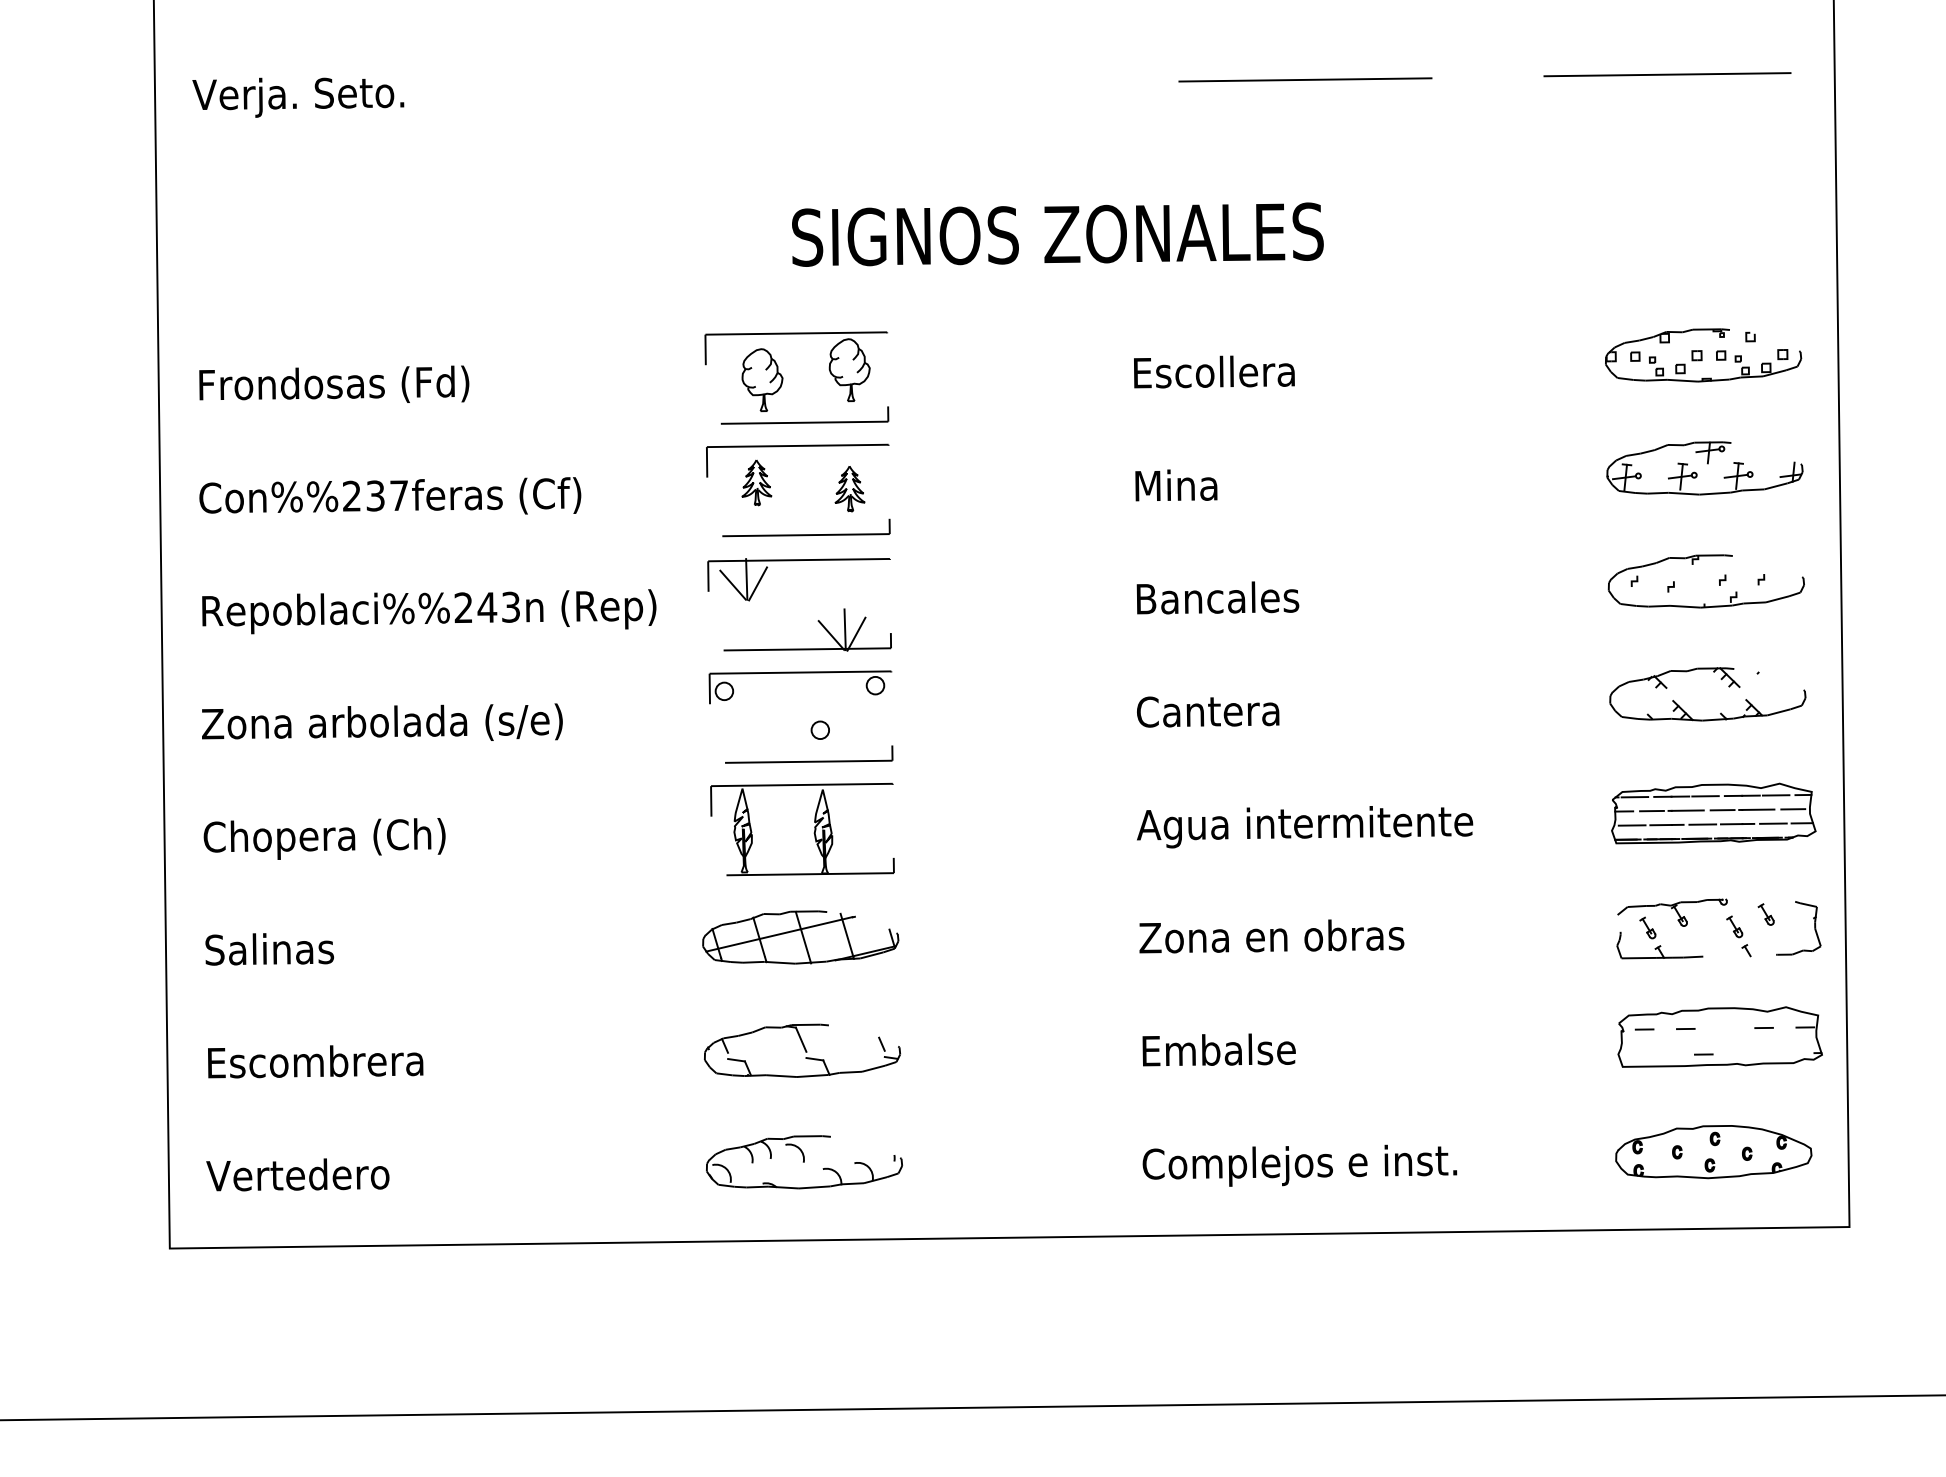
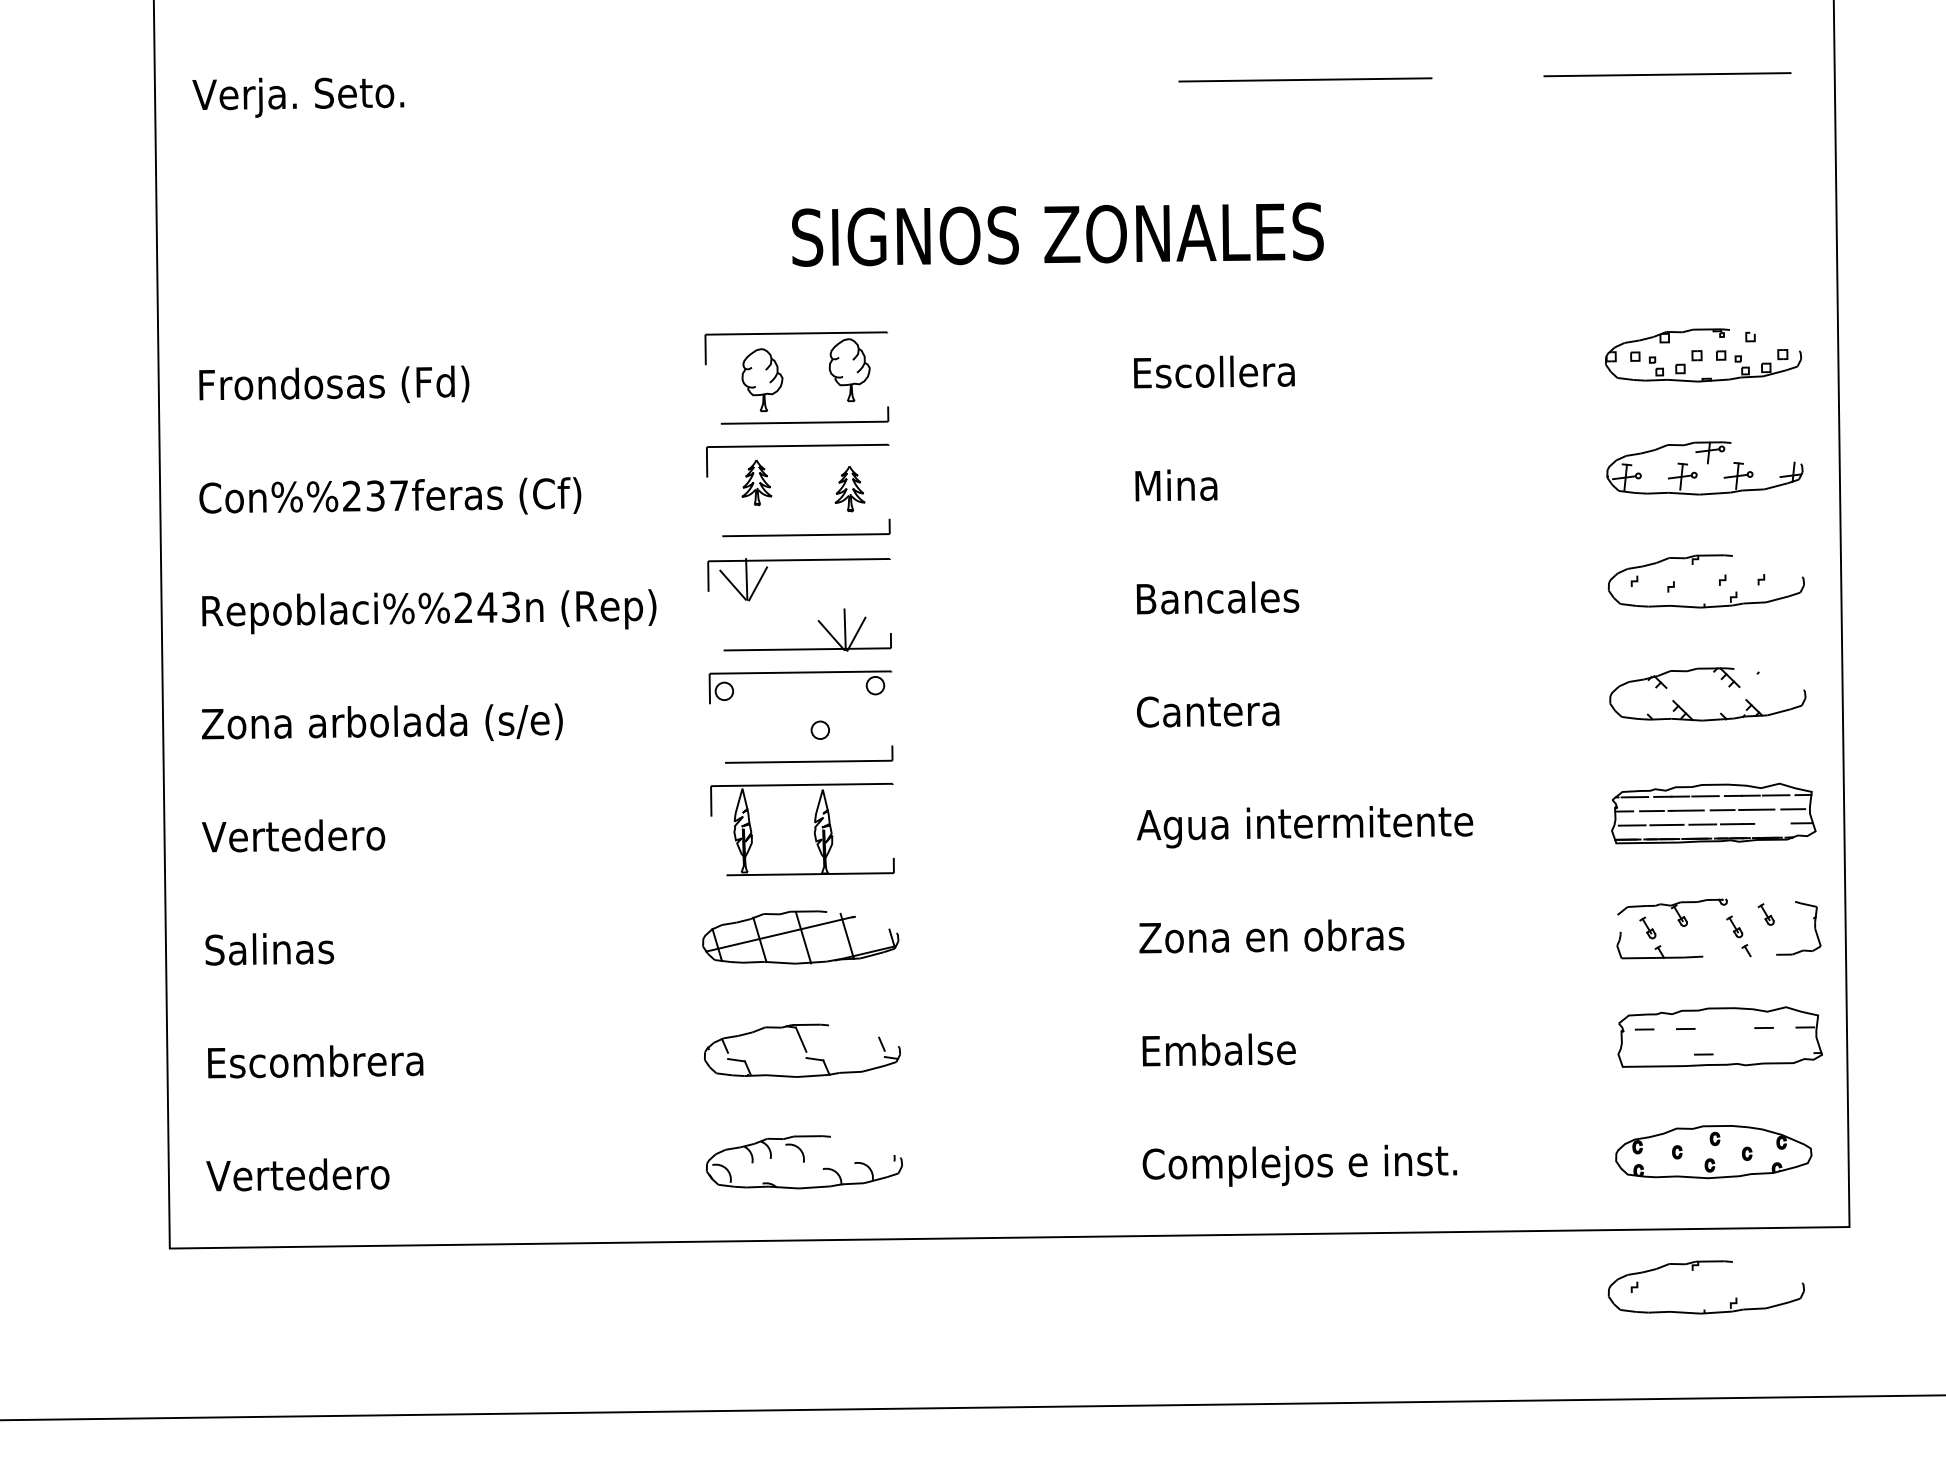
line at (1773, 823): present -> none
text at (323, 838): Chopera (Ch) -> Vertedero
part at (1693, 1270): none -> present
